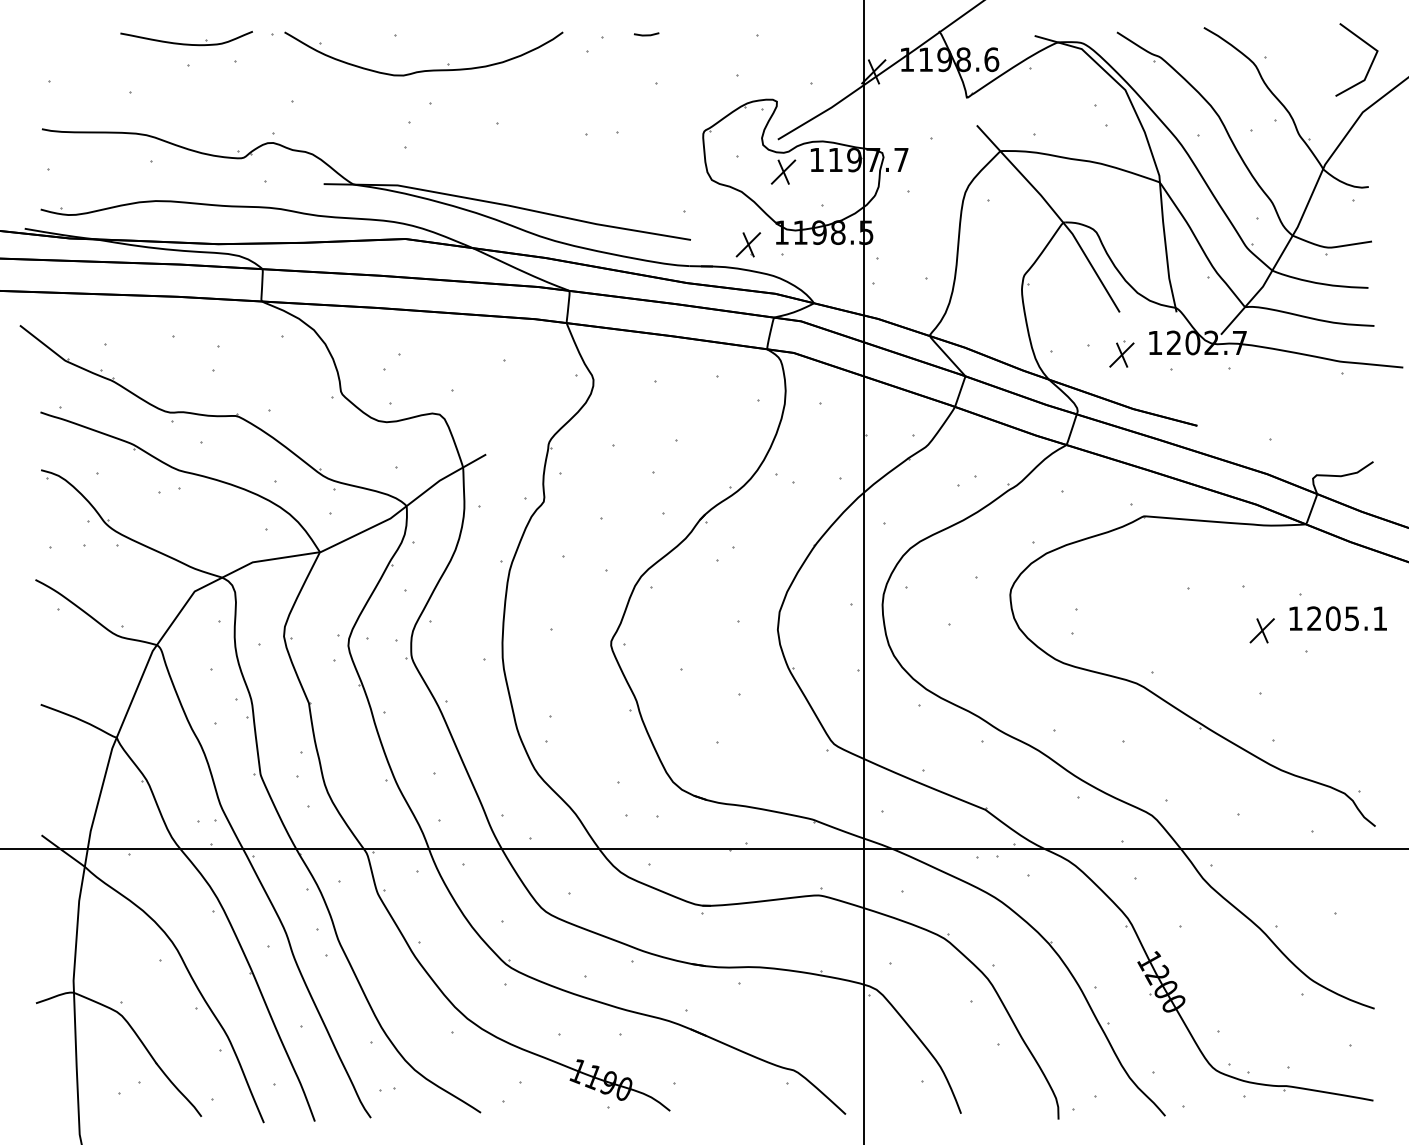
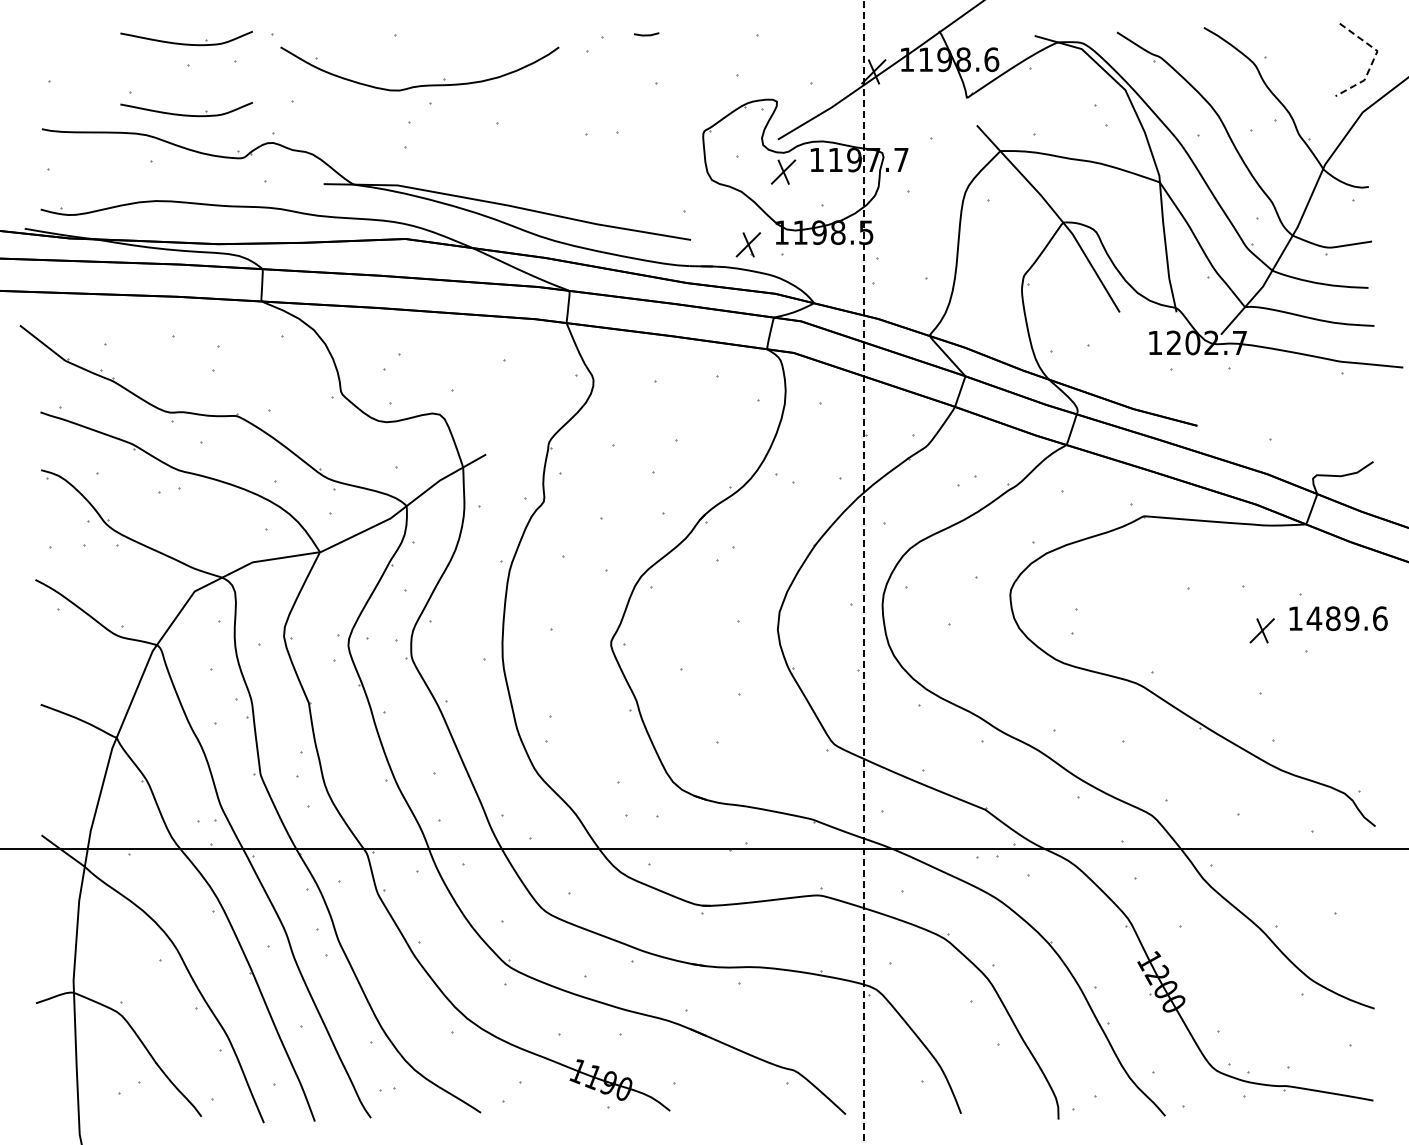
line at (1373, 60): solid -> dashed
part at (423, 70) position: (423, 70) -> (419, 85)
part at (186, 109): none -> present
part at (1121, 353): present -> none
line at (863, 573): solid -> dashed
text at (1346, 618): 1205.1 -> 1489.6
